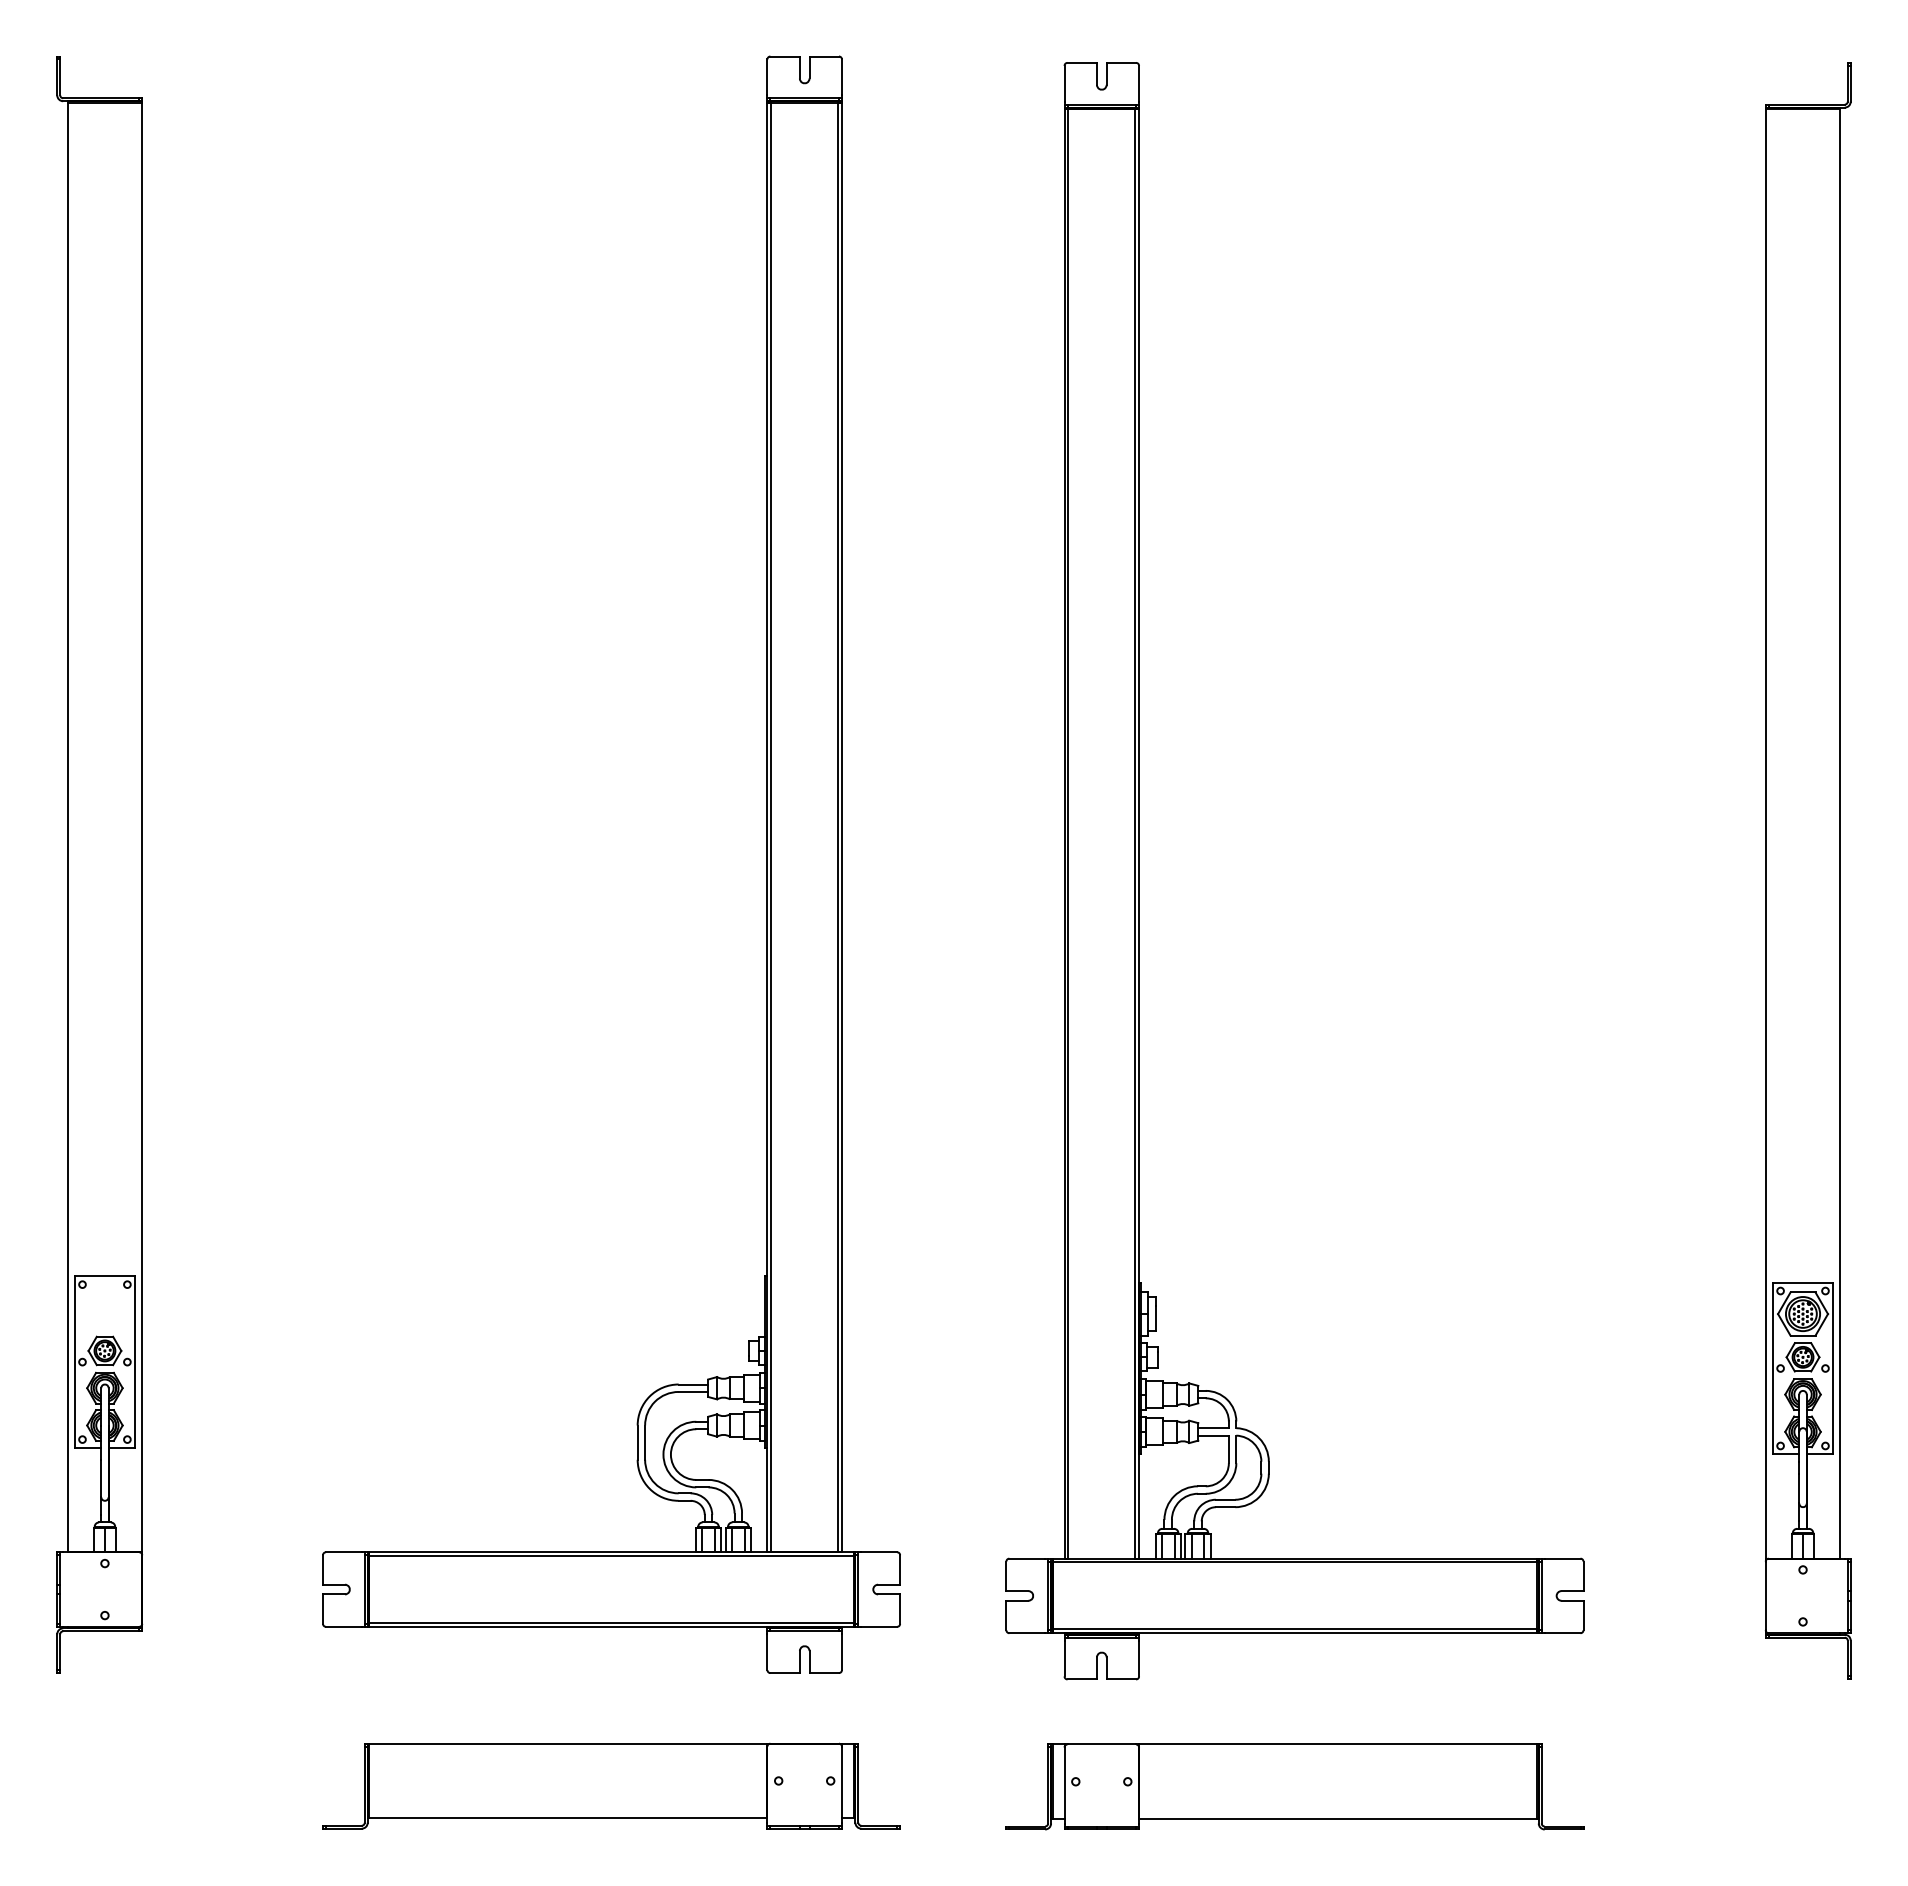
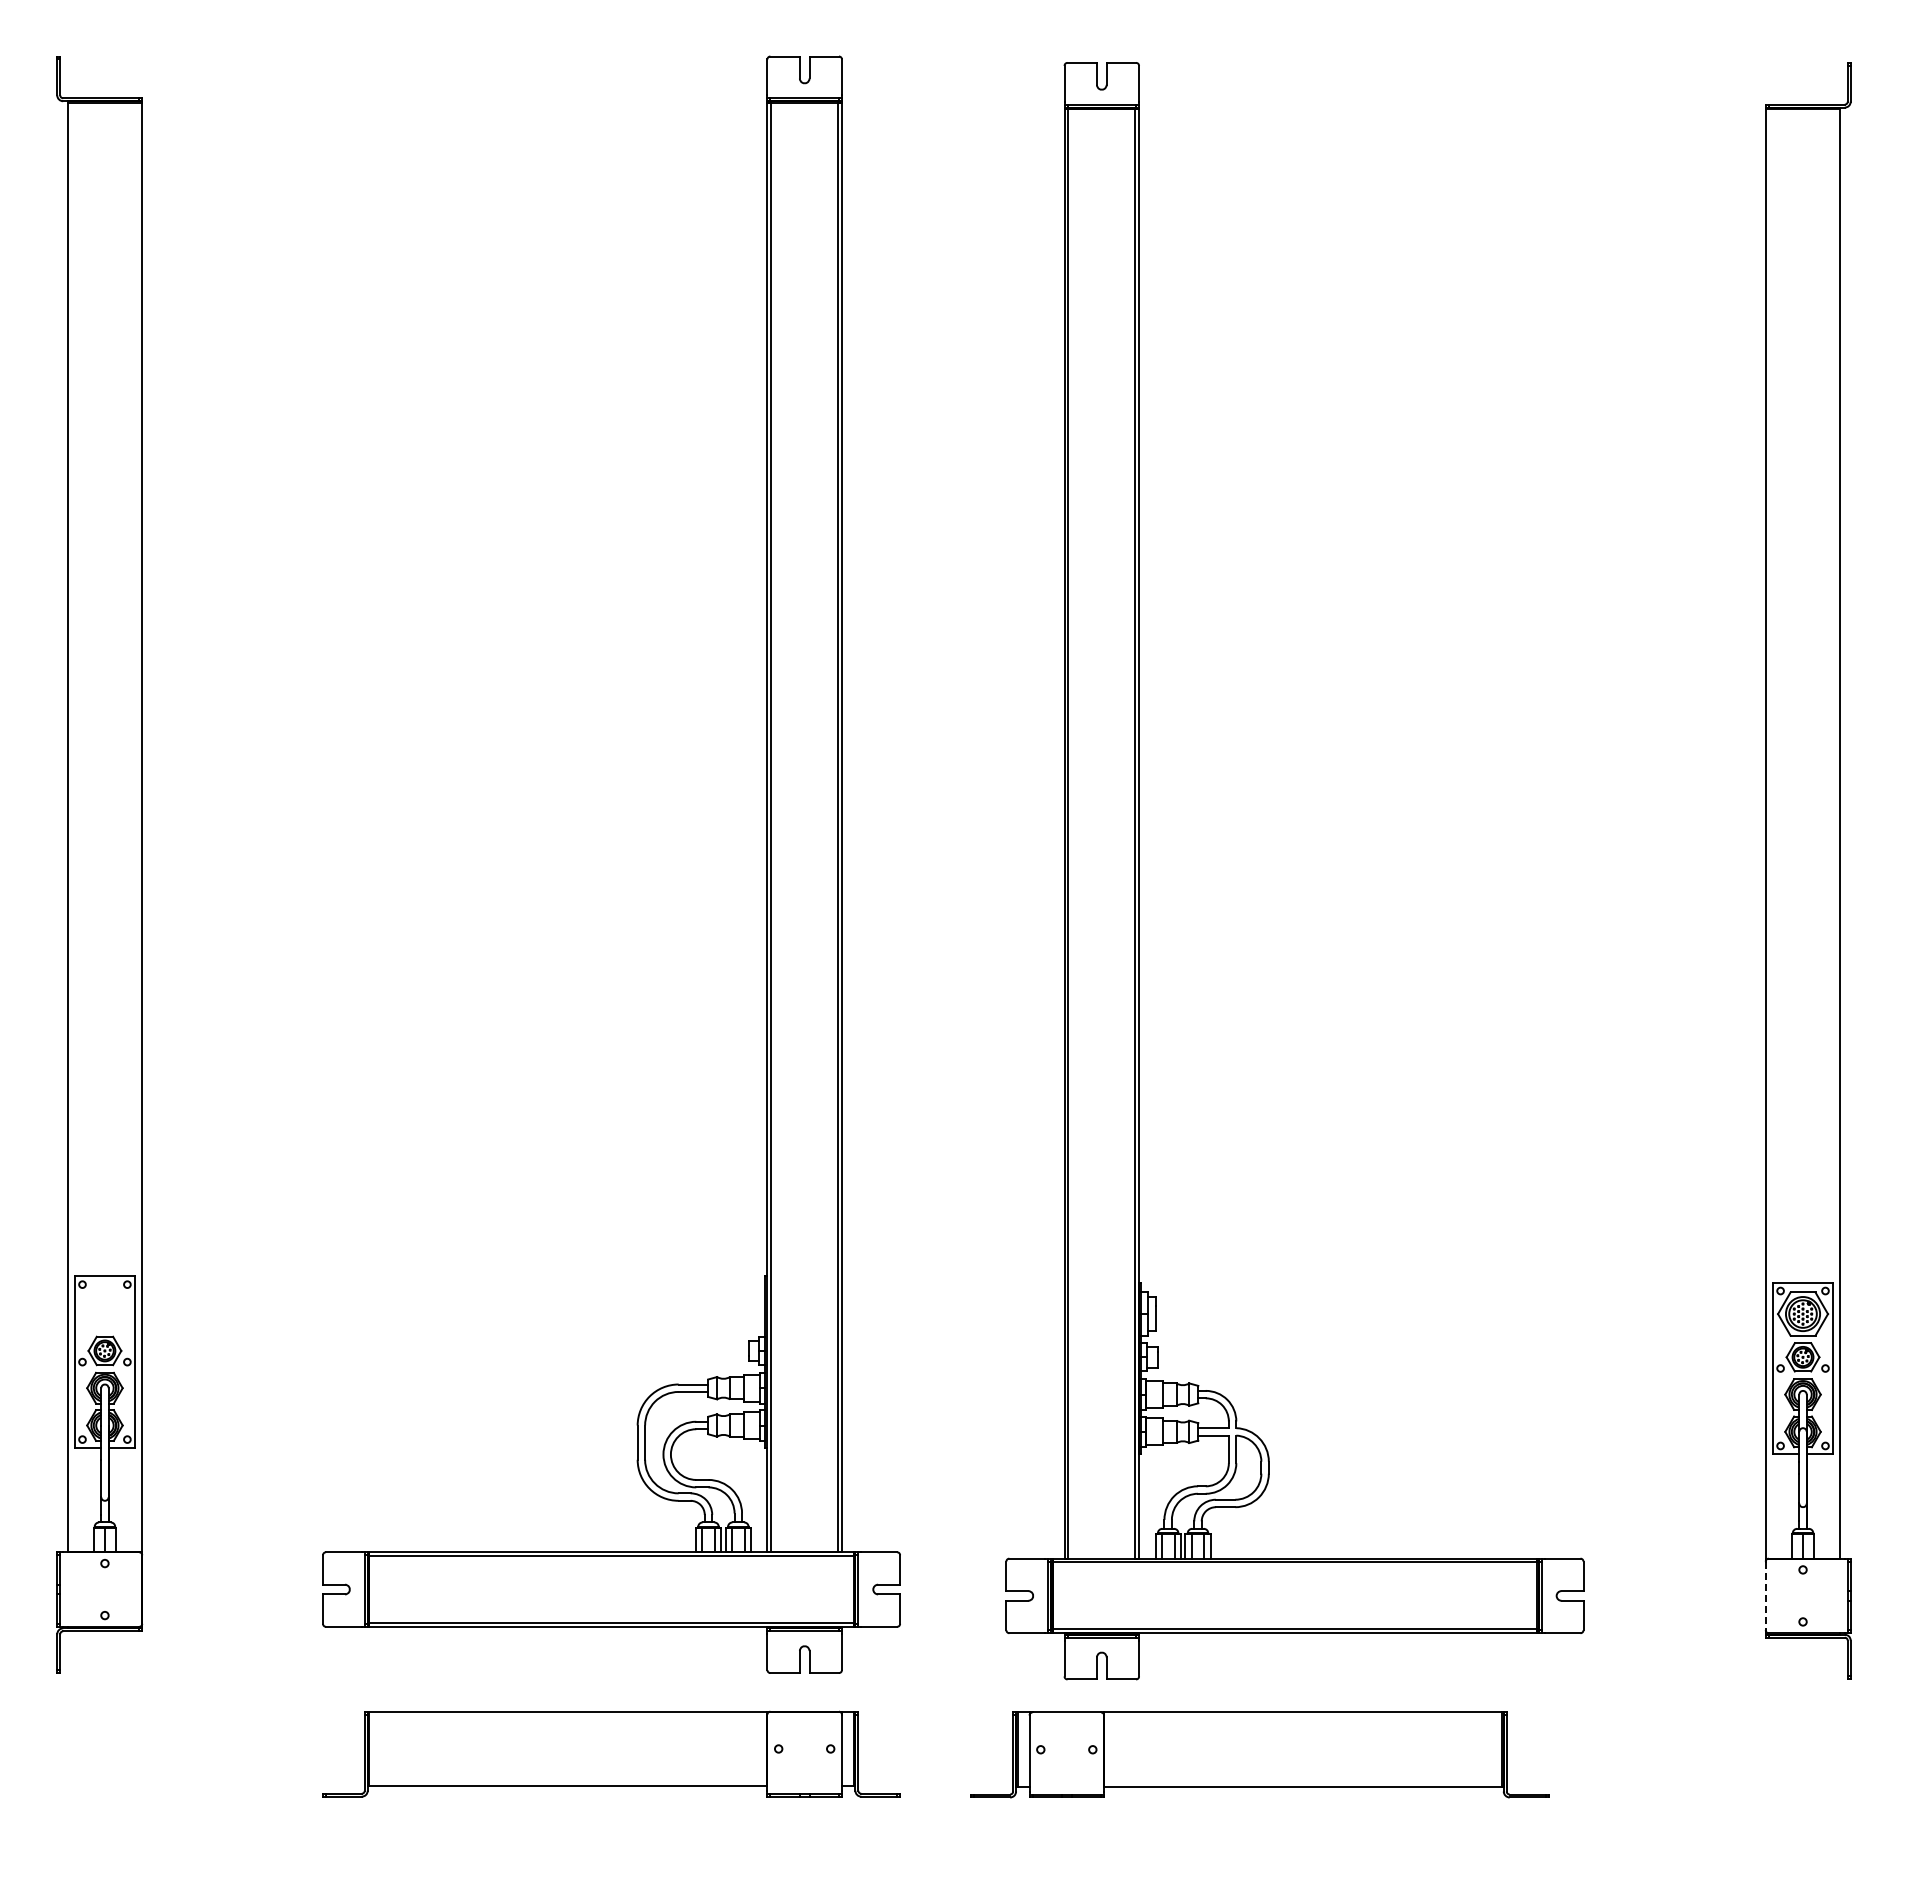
line at (1765, 1596): solid -> dashed
part at (611, 1785) position: (611, 1785) -> (611, 1753)
part at (1294, 1786) position: (1294, 1786) -> (1259, 1754)
